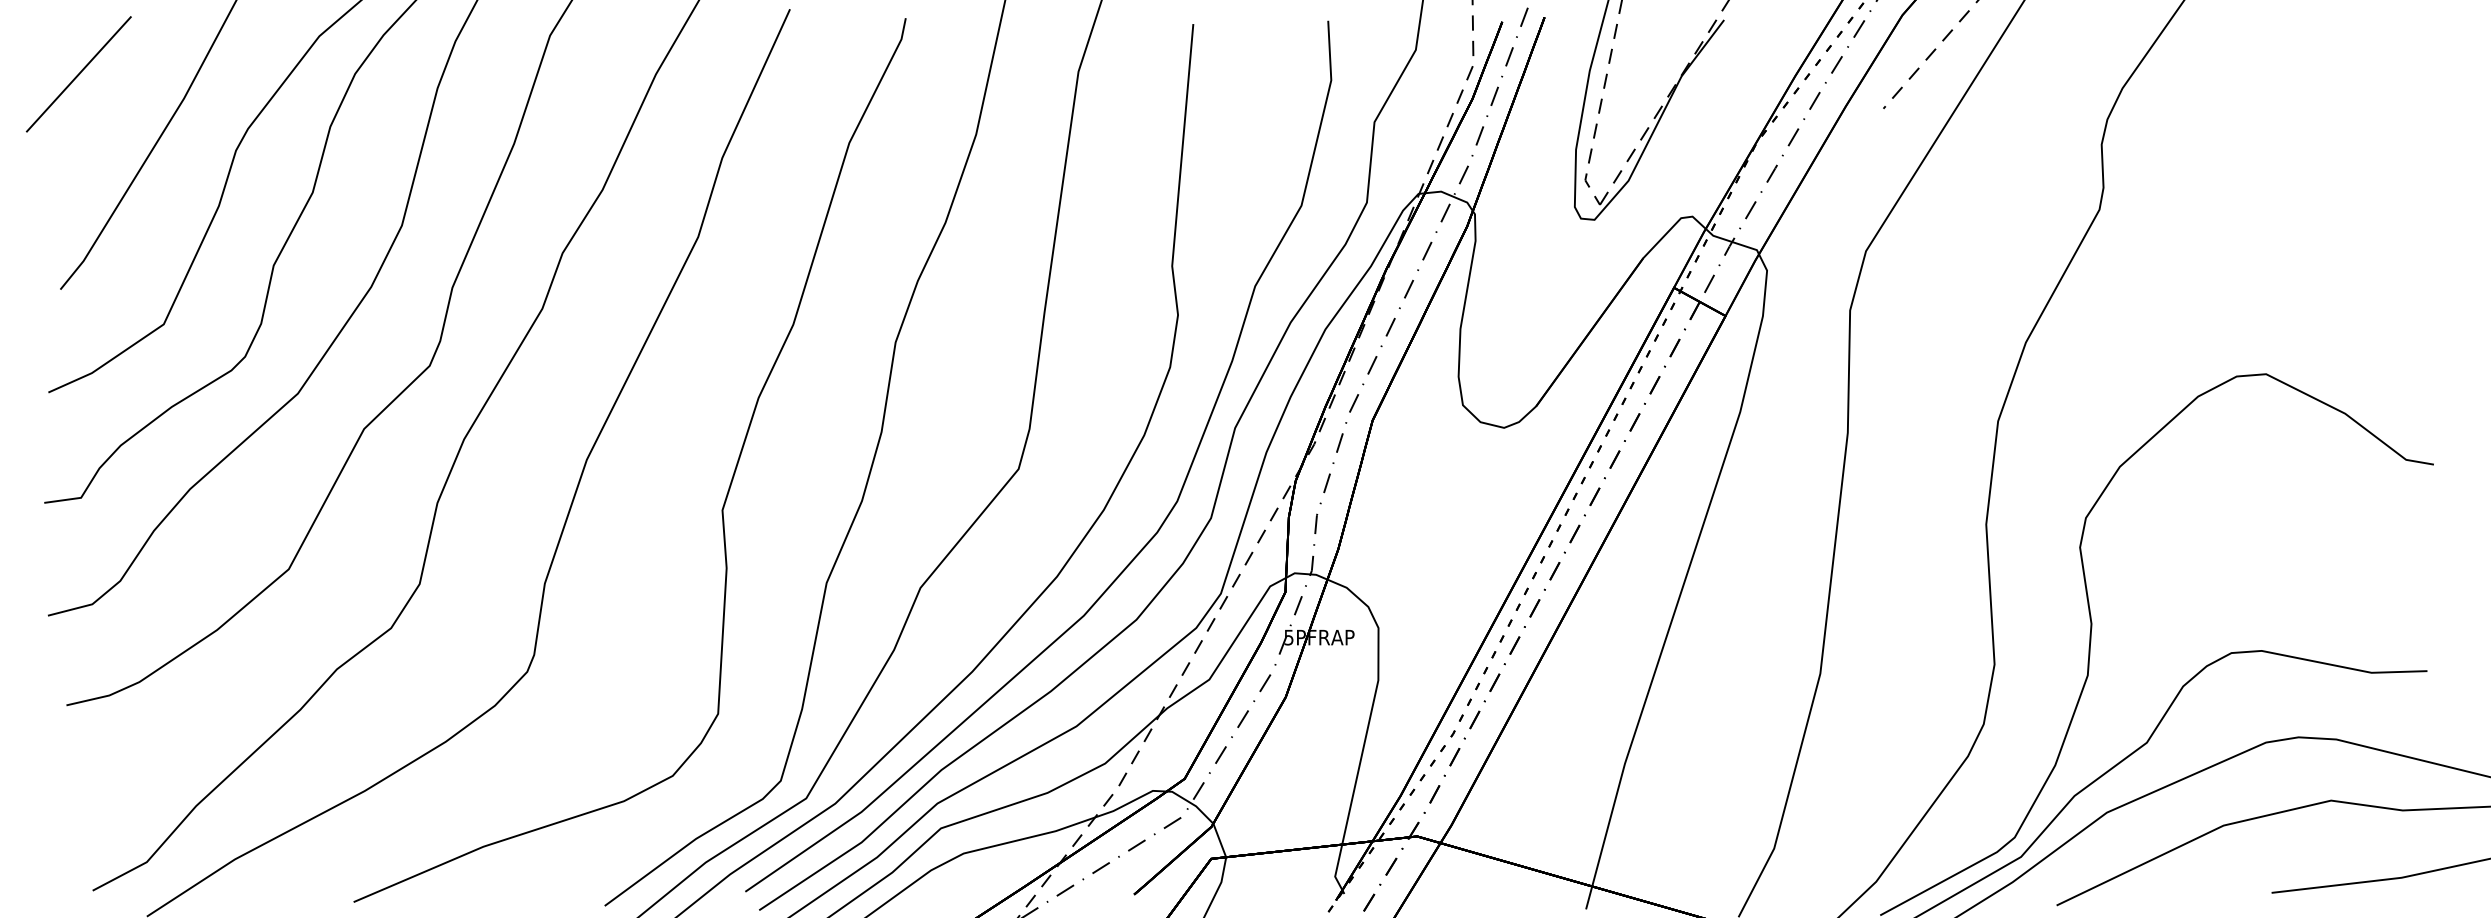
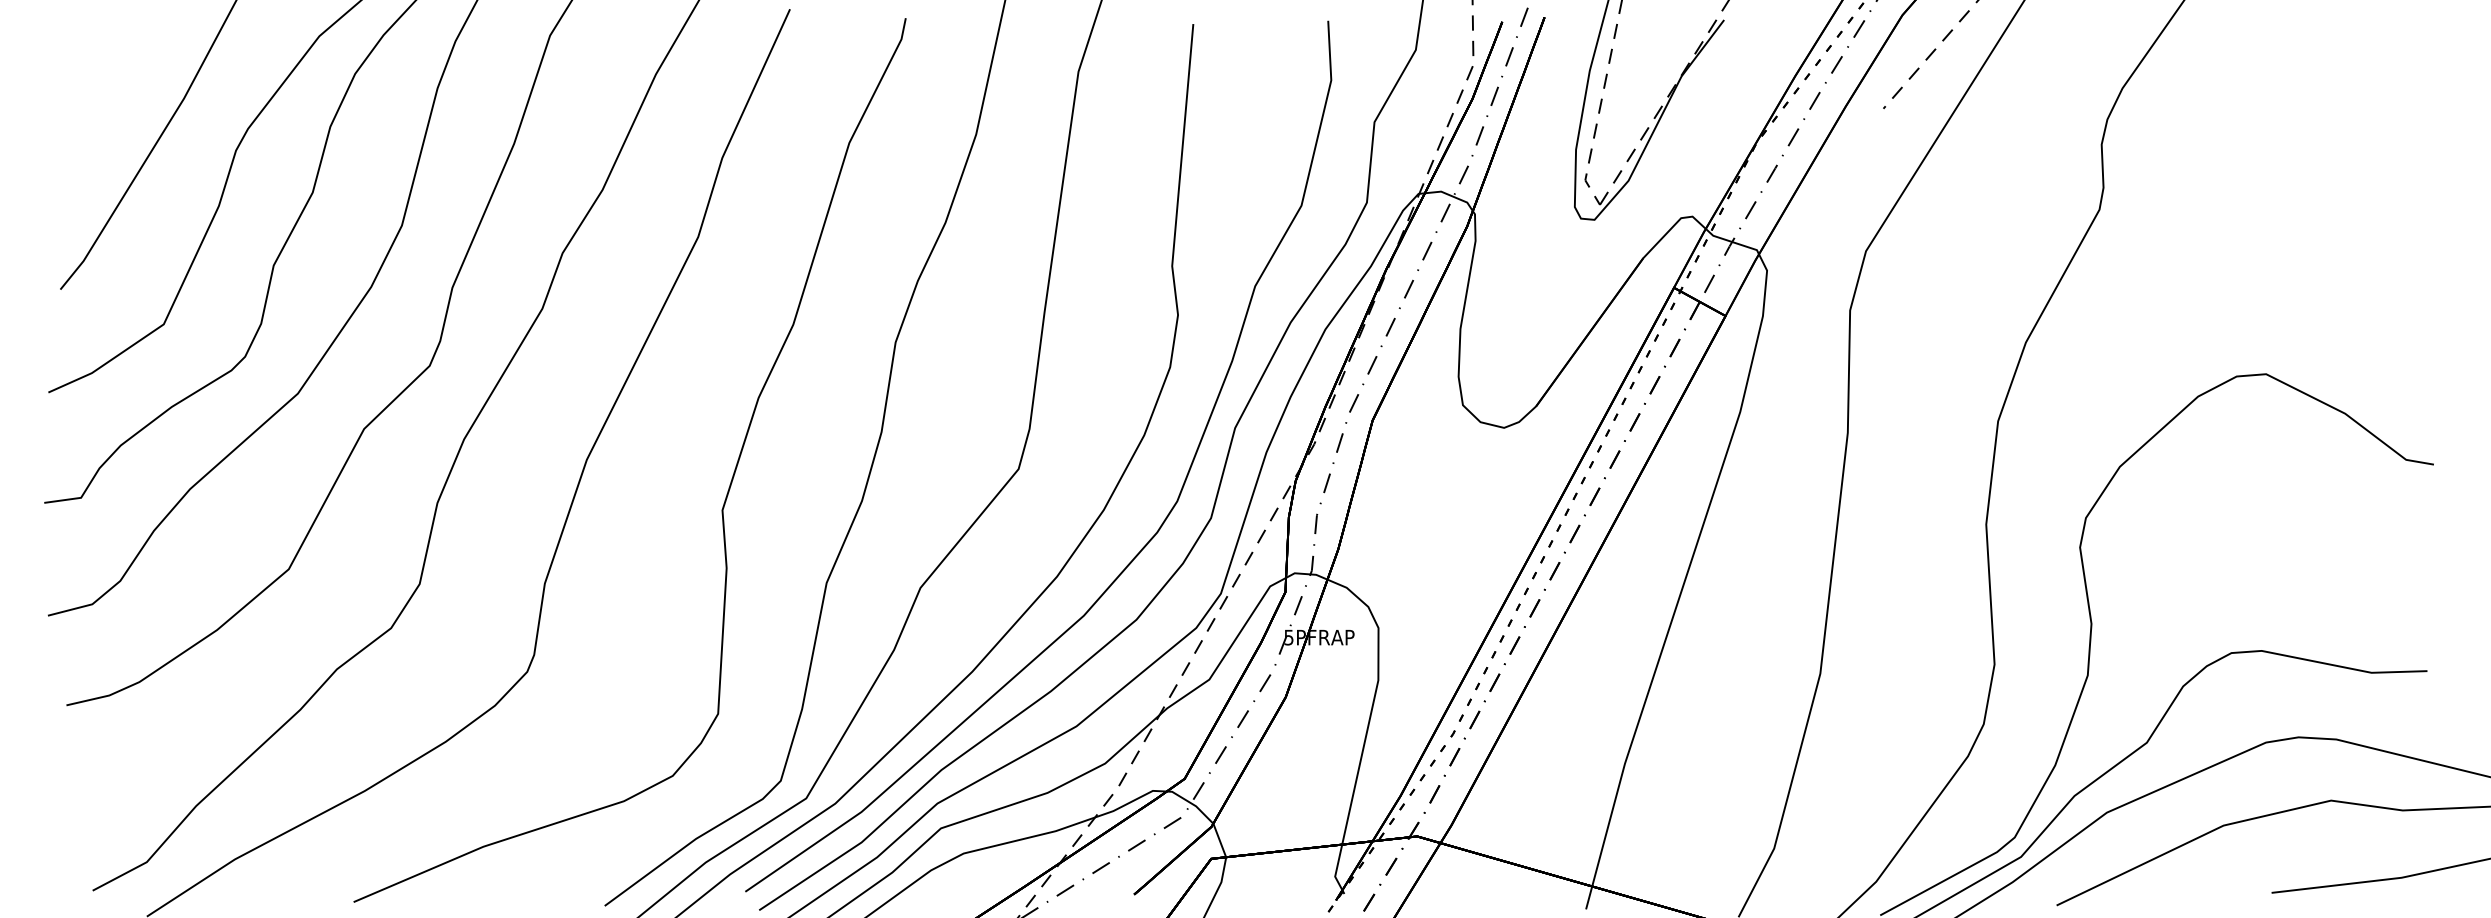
line at (78, 74): present -> none
